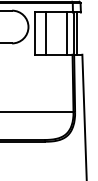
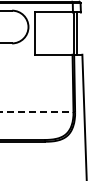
line at (46, 33): present -> none
line at (66, 33): present -> none
line at (37, 112): solid -> dashed
